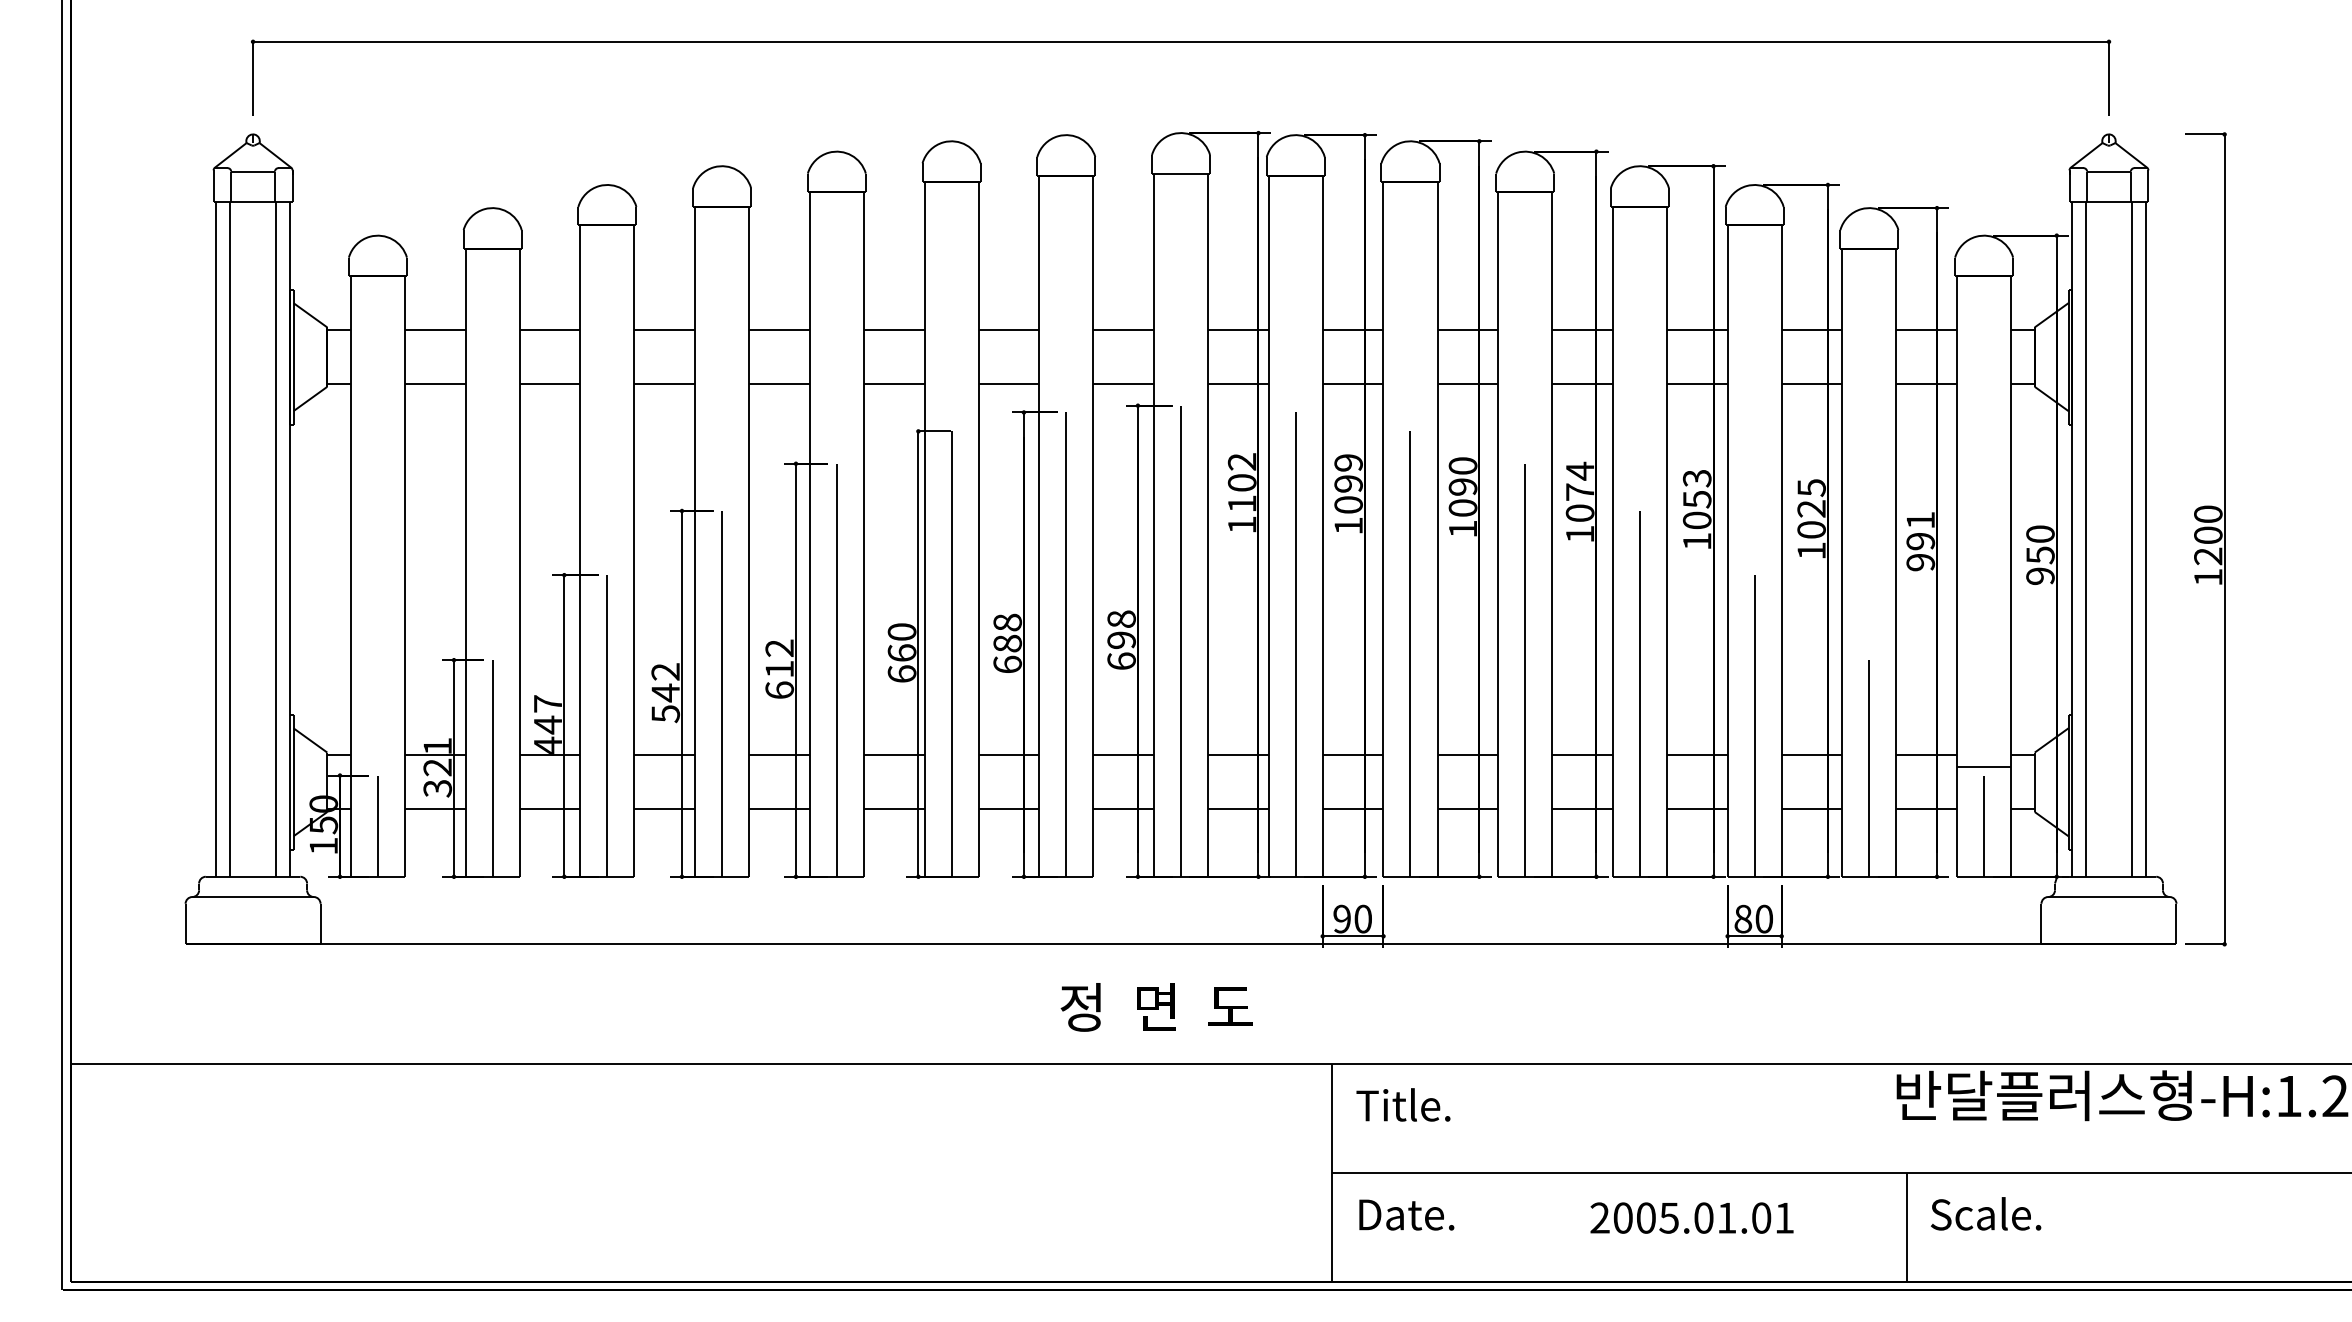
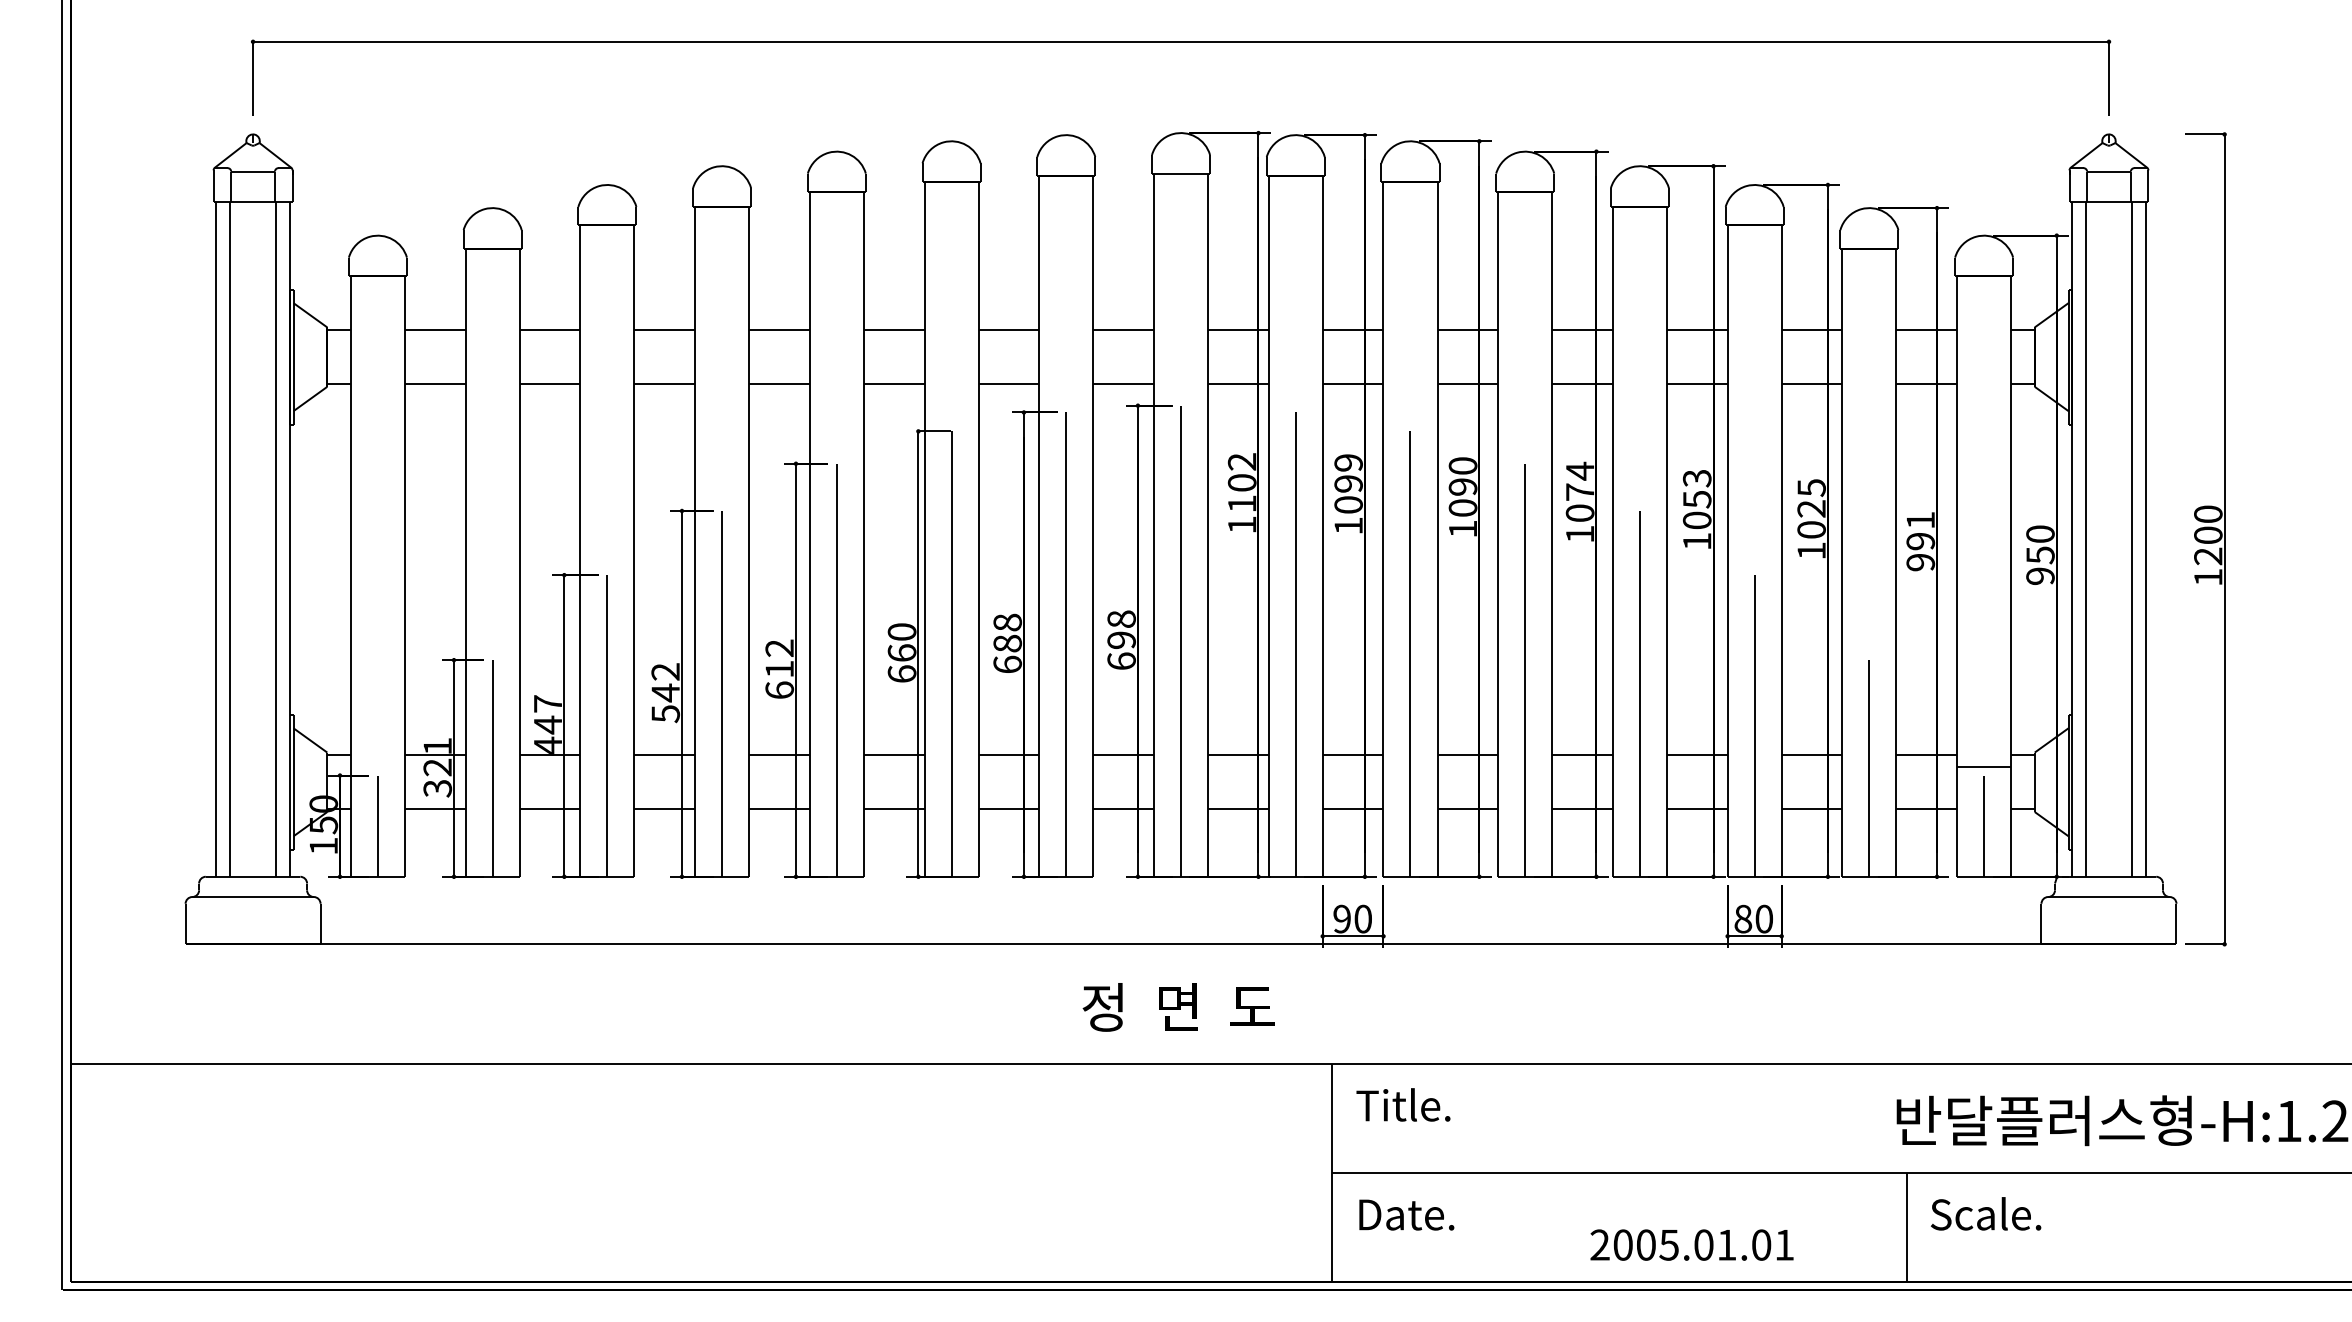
text at (1156, 1007) position: (1156, 1007) -> (1178, 1007)
text at (2122, 1095) position: (2122, 1095) -> (2122, 1120)
text at (1691, 1217) position: (1691, 1217) -> (1691, 1244)
